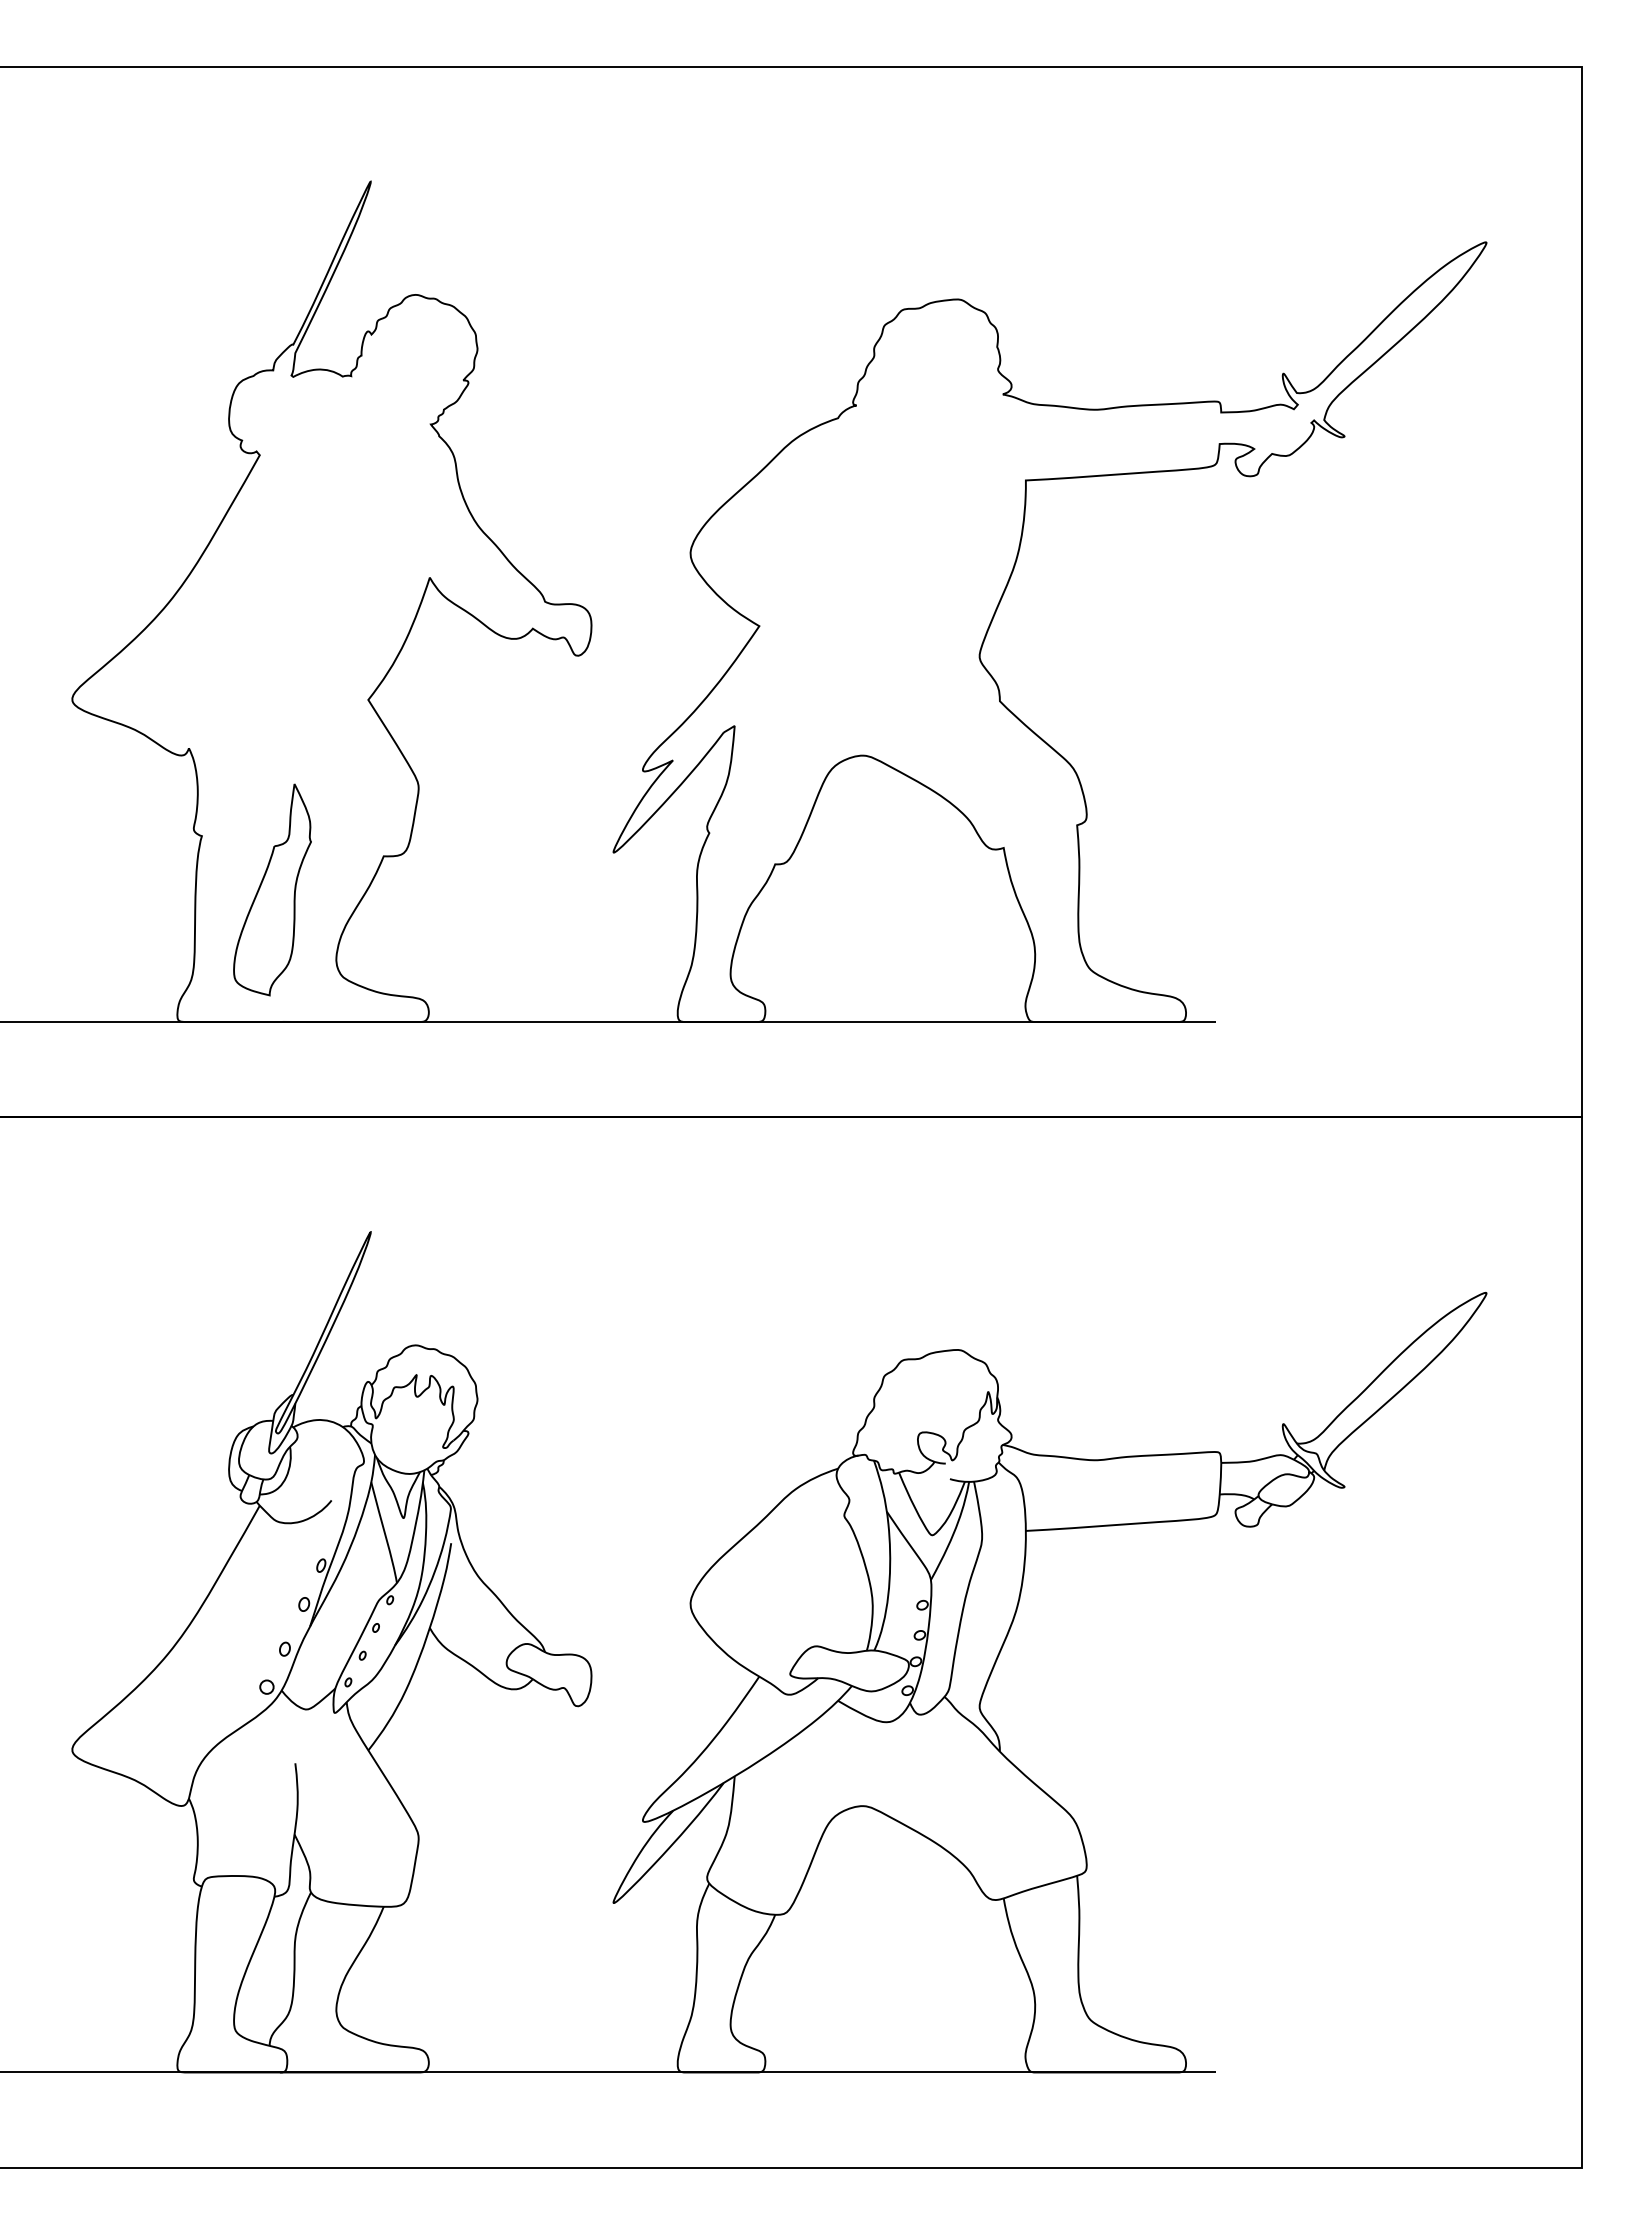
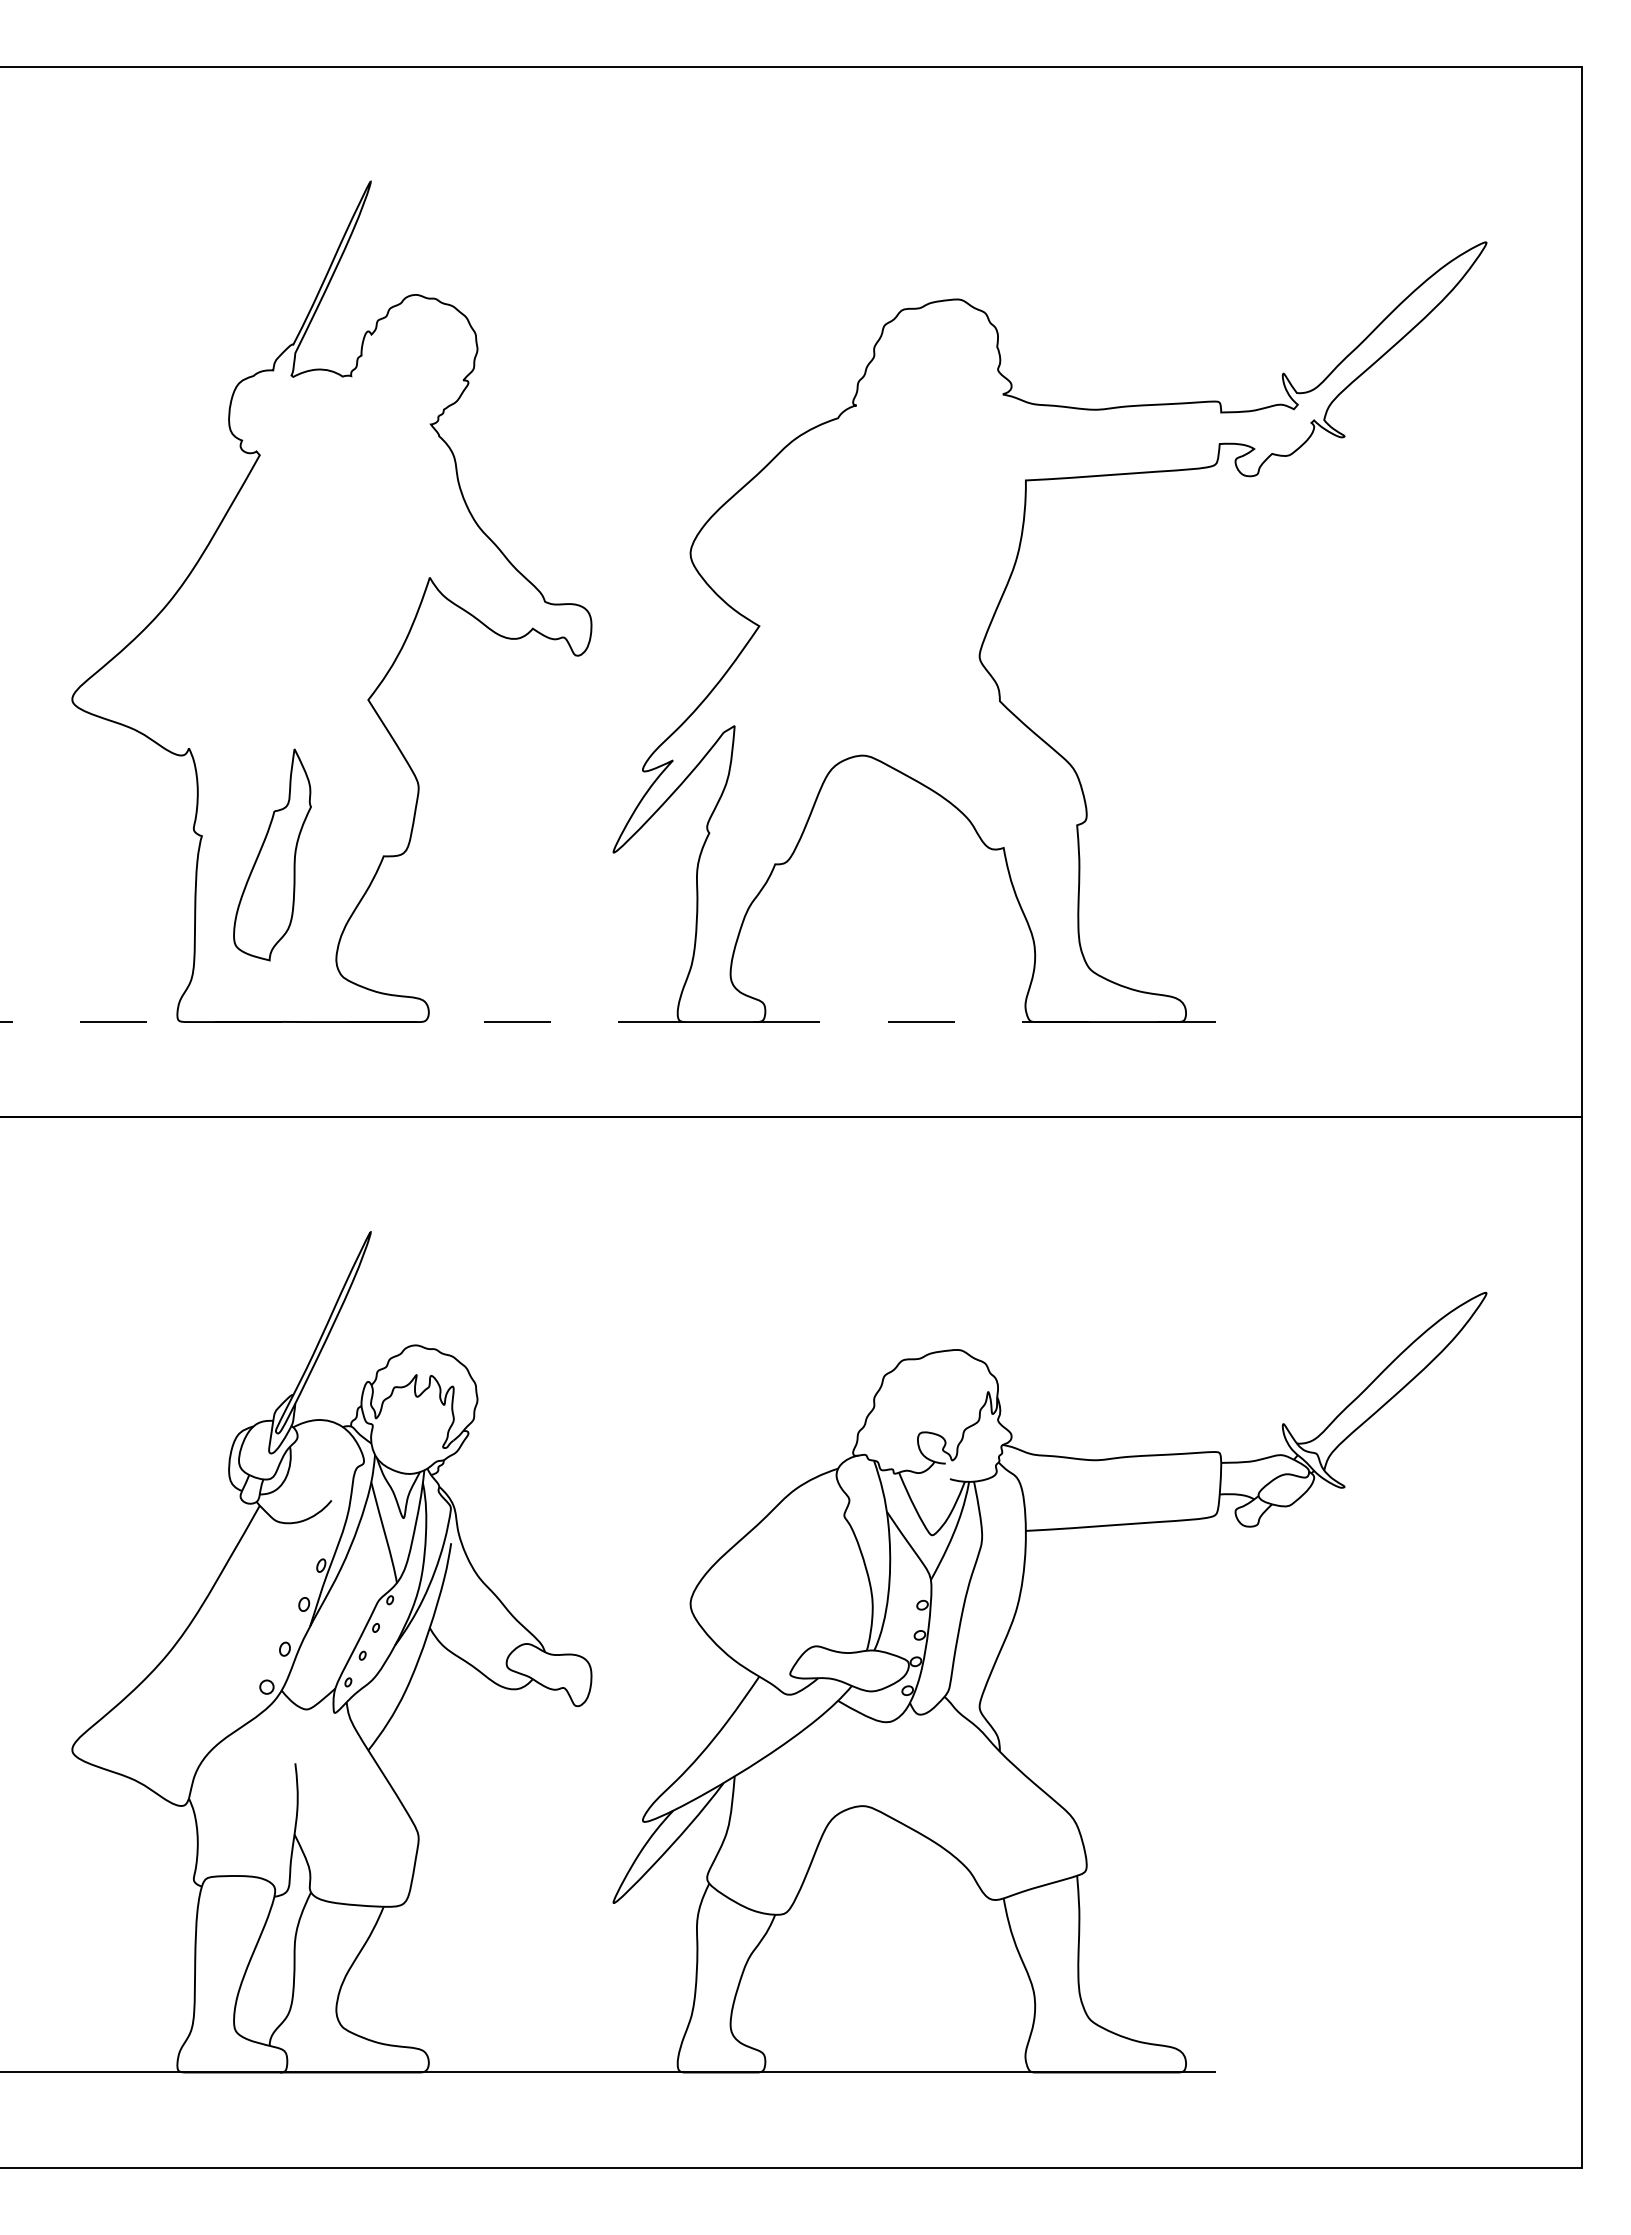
part at (272, 889) position: (272, 889) -> (272, 854)
line at (608, 1022): solid -> dashed
